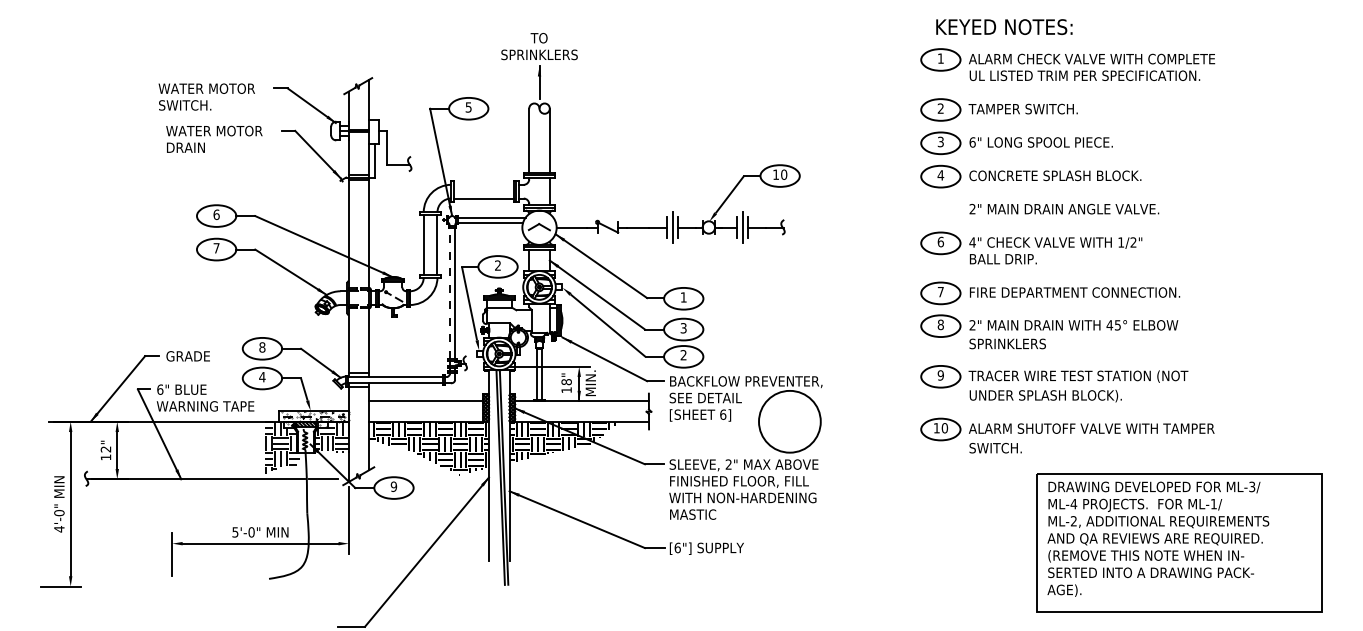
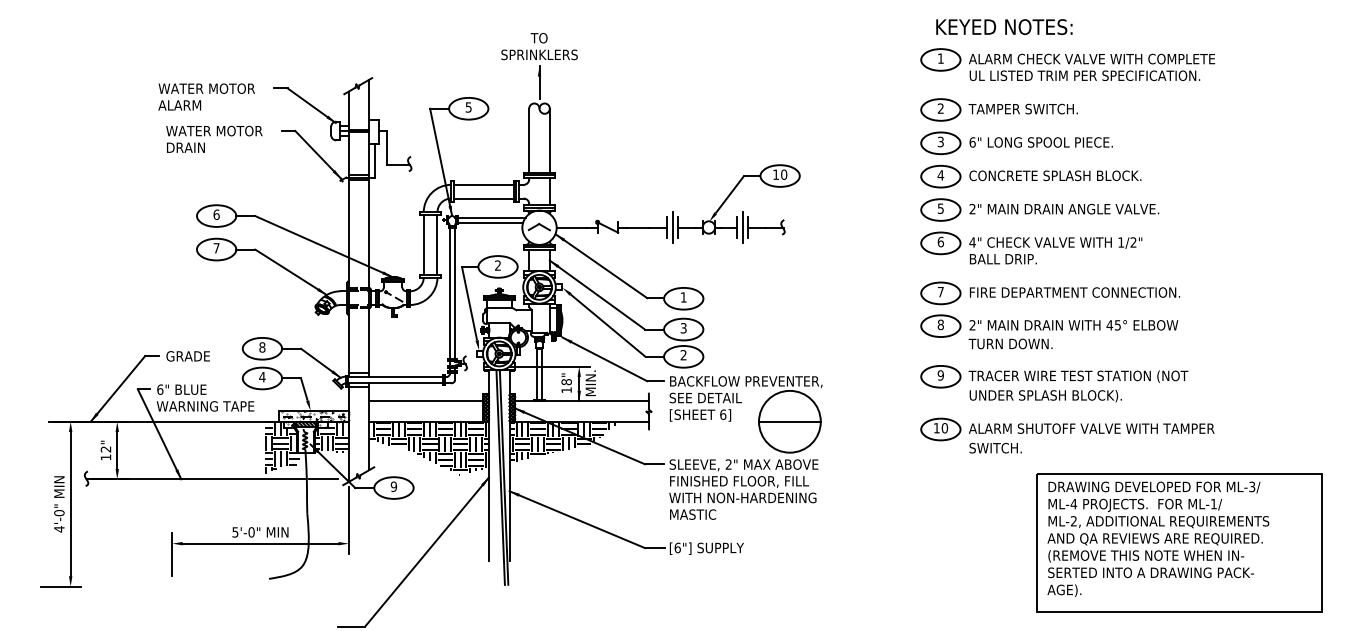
text at (184, 105): SWITCH. -> ALARM
line at (483, 184): none -> present
part at (940, 209): none -> present
line at (449, 292): dashed -> solid
text at (1010, 343): SPRINKLERS -> TURN DOWN.
line at (789, 421): none -> present
